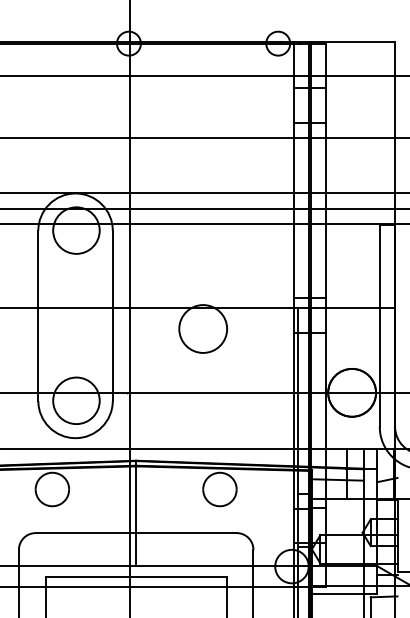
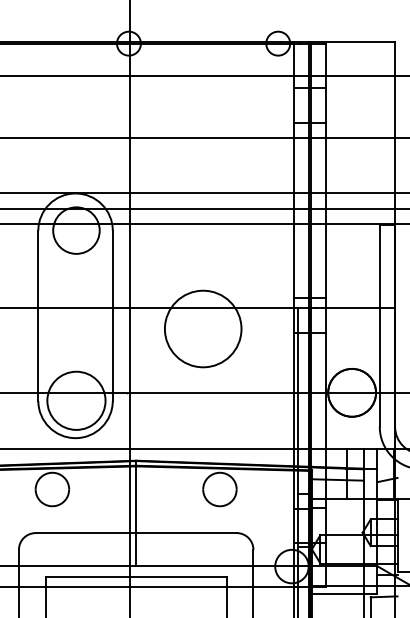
circle at (203, 328) diameter: 48 px -> 77 px
circle at (76, 400) diameter: 47 px -> 58 px
